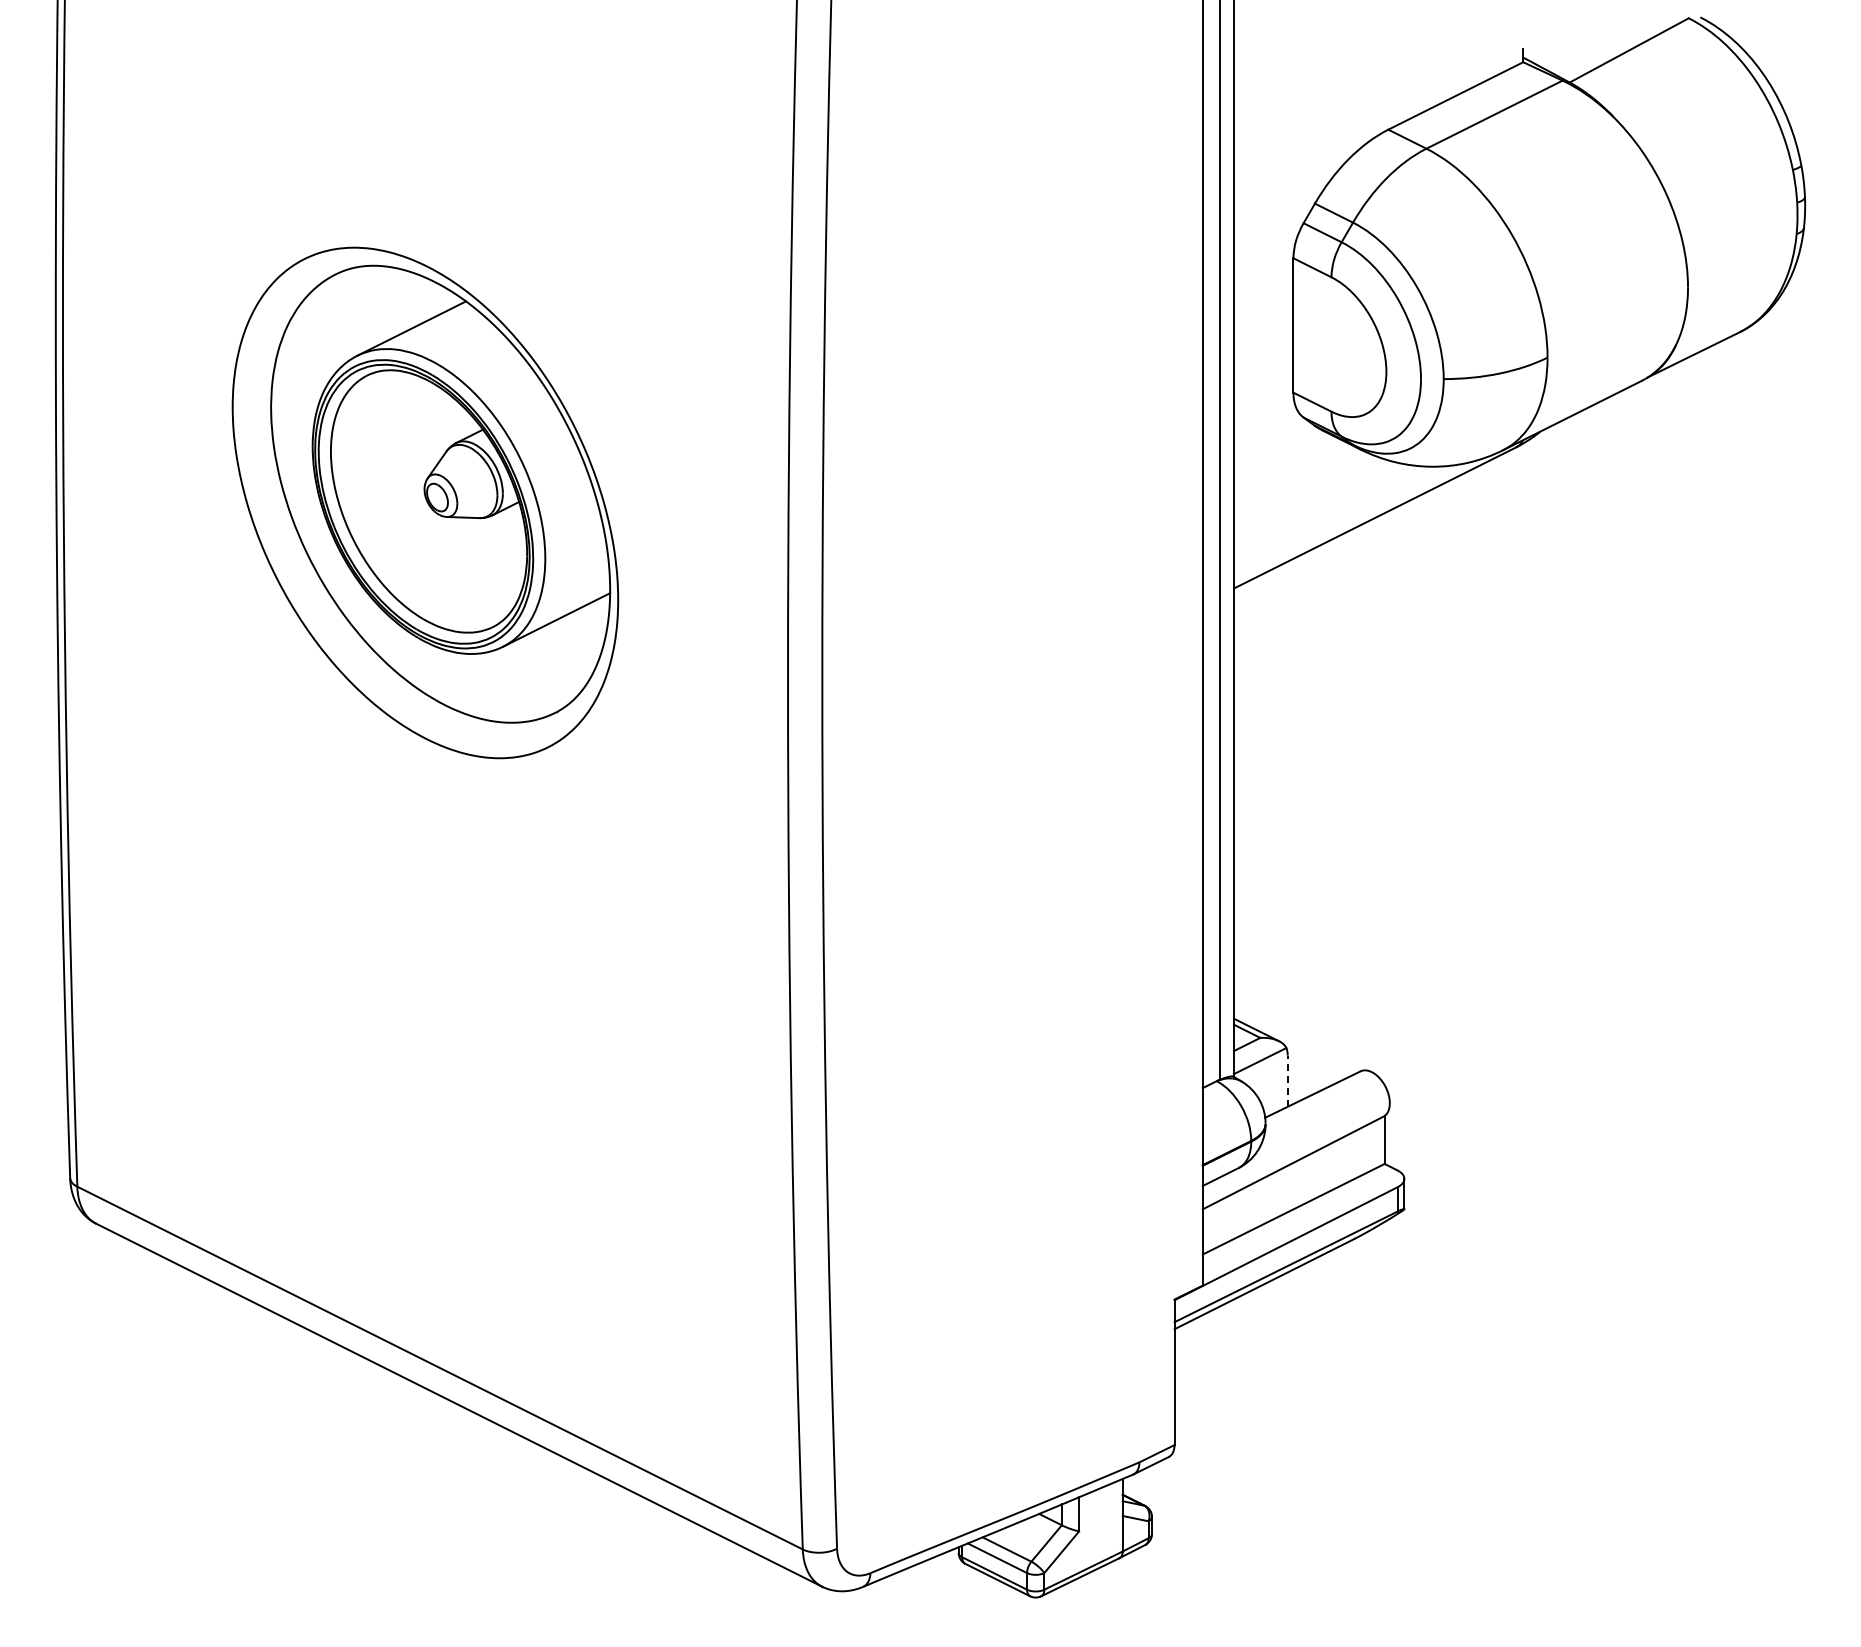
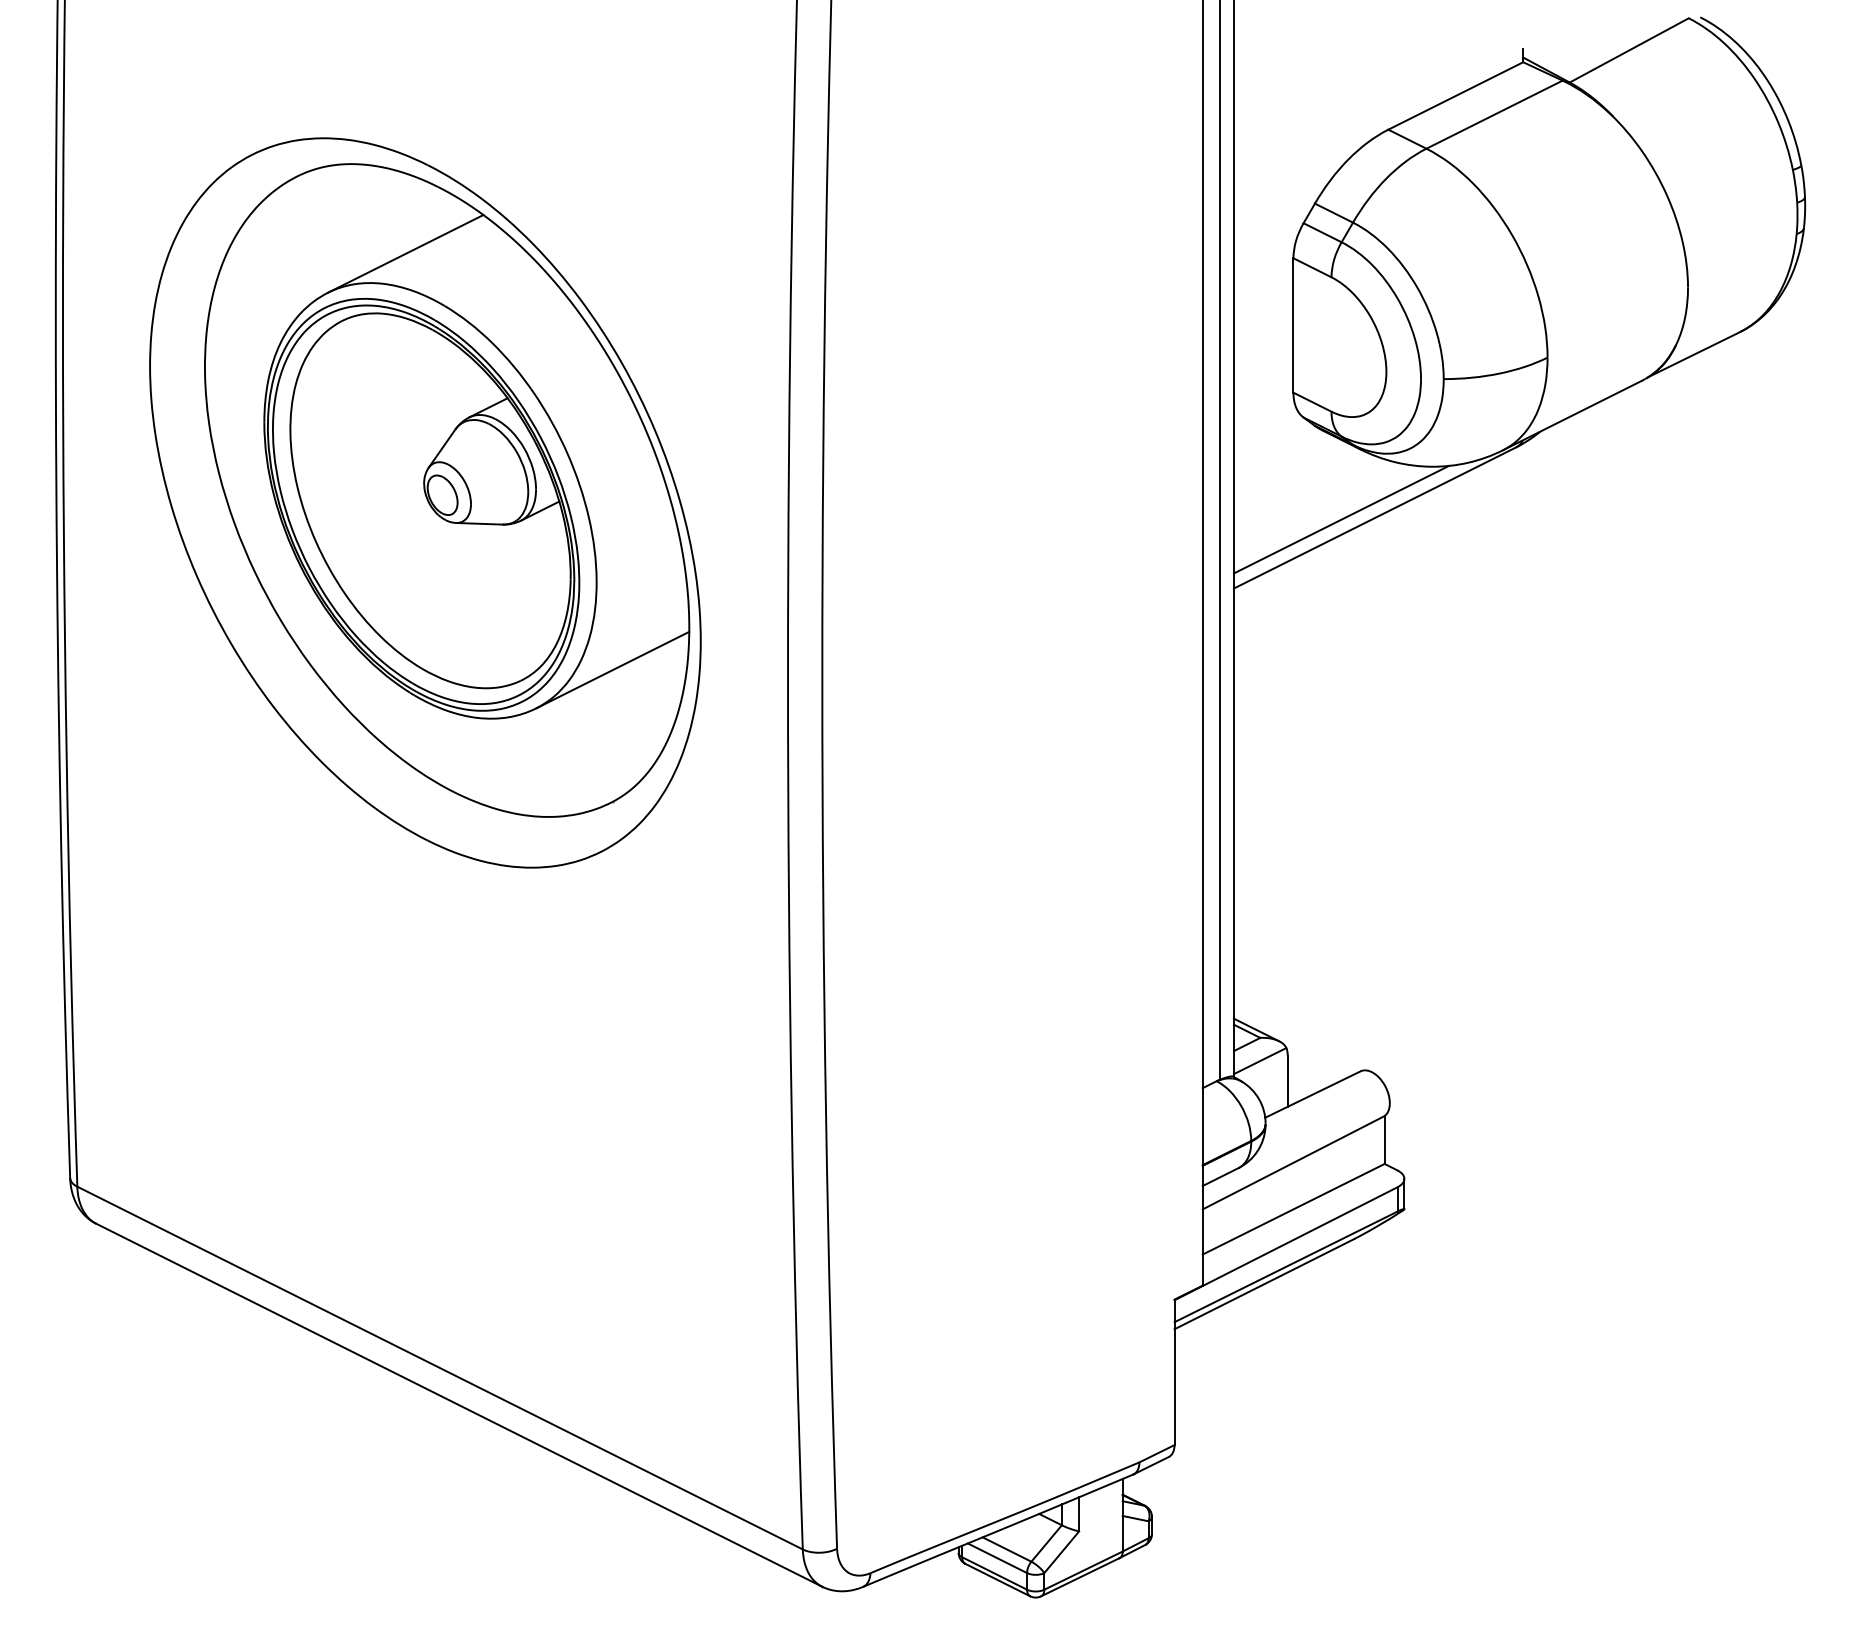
part at (425, 502) size: 389x514 px -> 553x732 px
line at (1341, 519): none -> present
line at (1287, 1081): dashed -> solid
